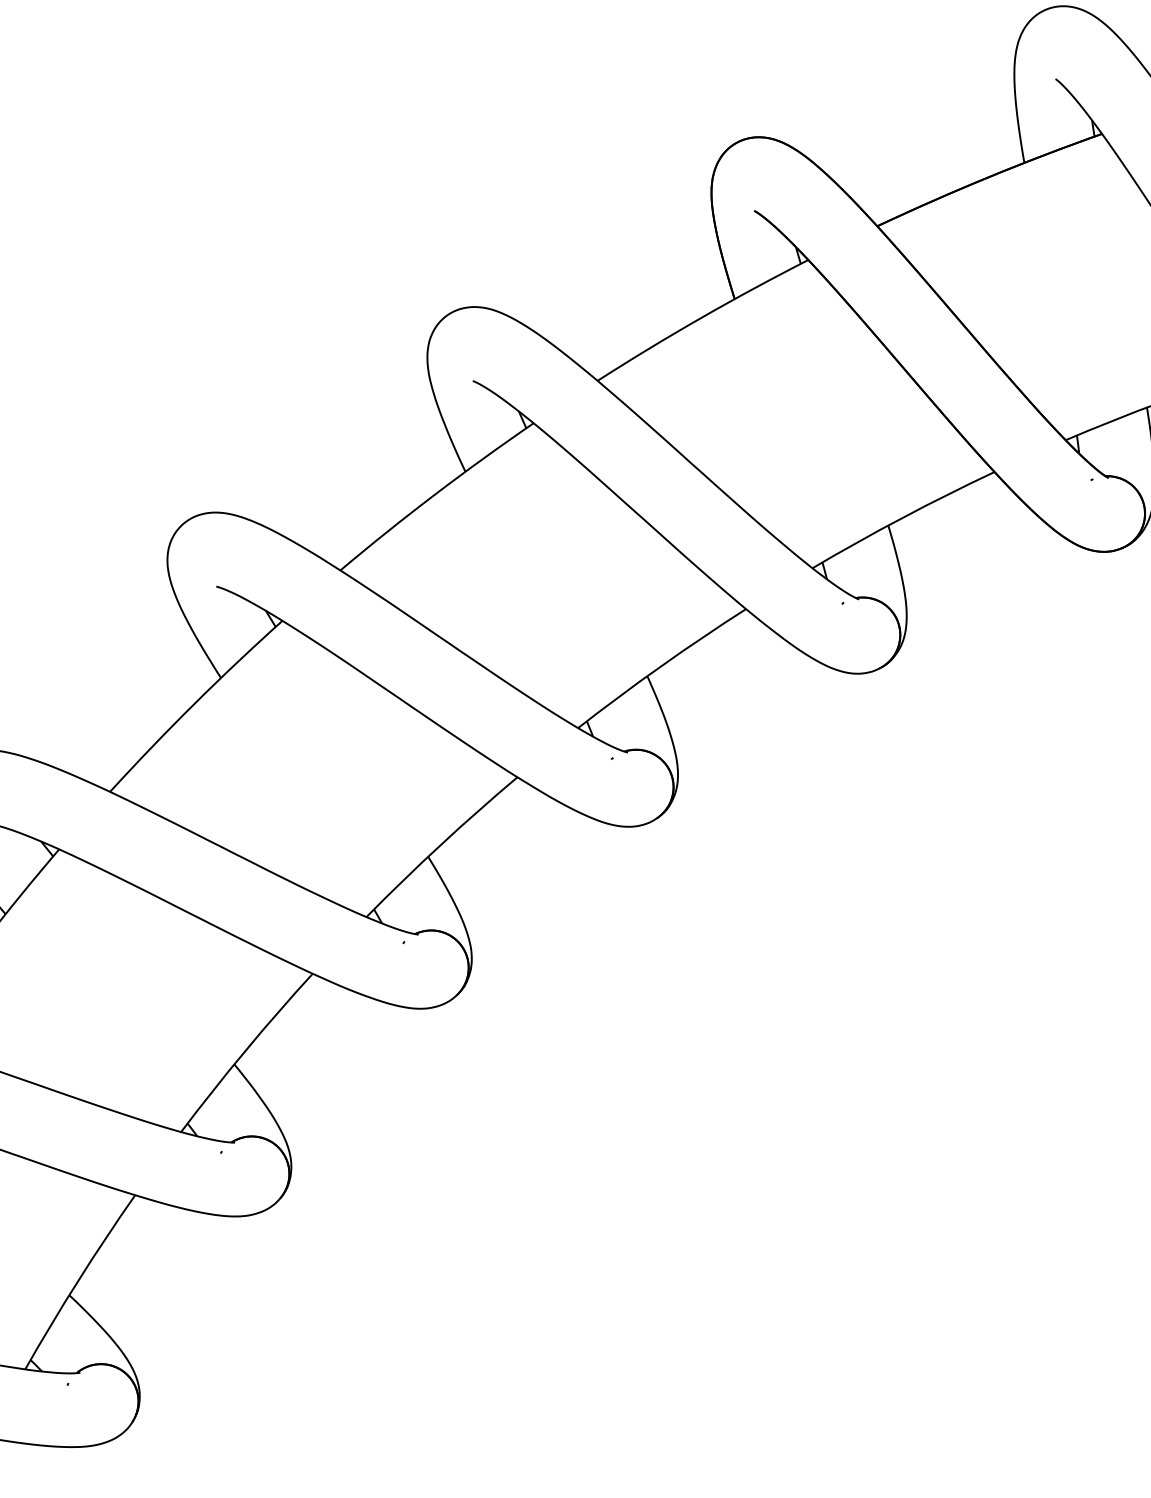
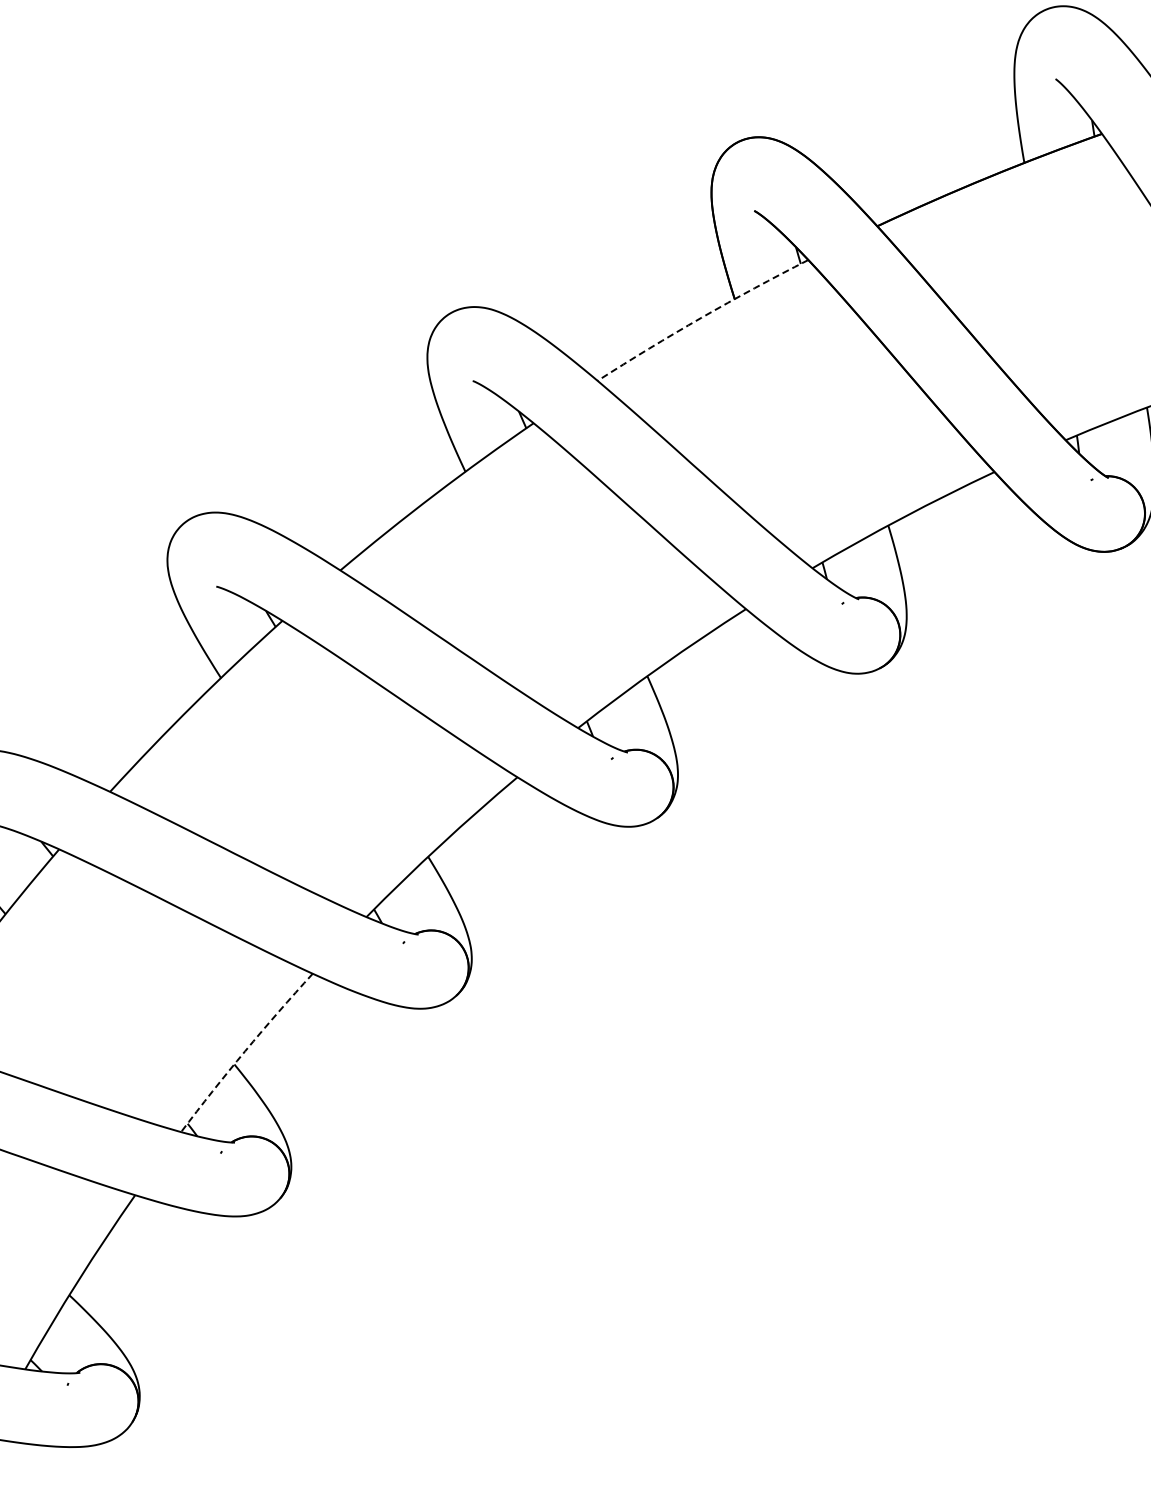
arc at (701, 317): solid -> dashed
arc at (245, 1051): solid -> dashed
